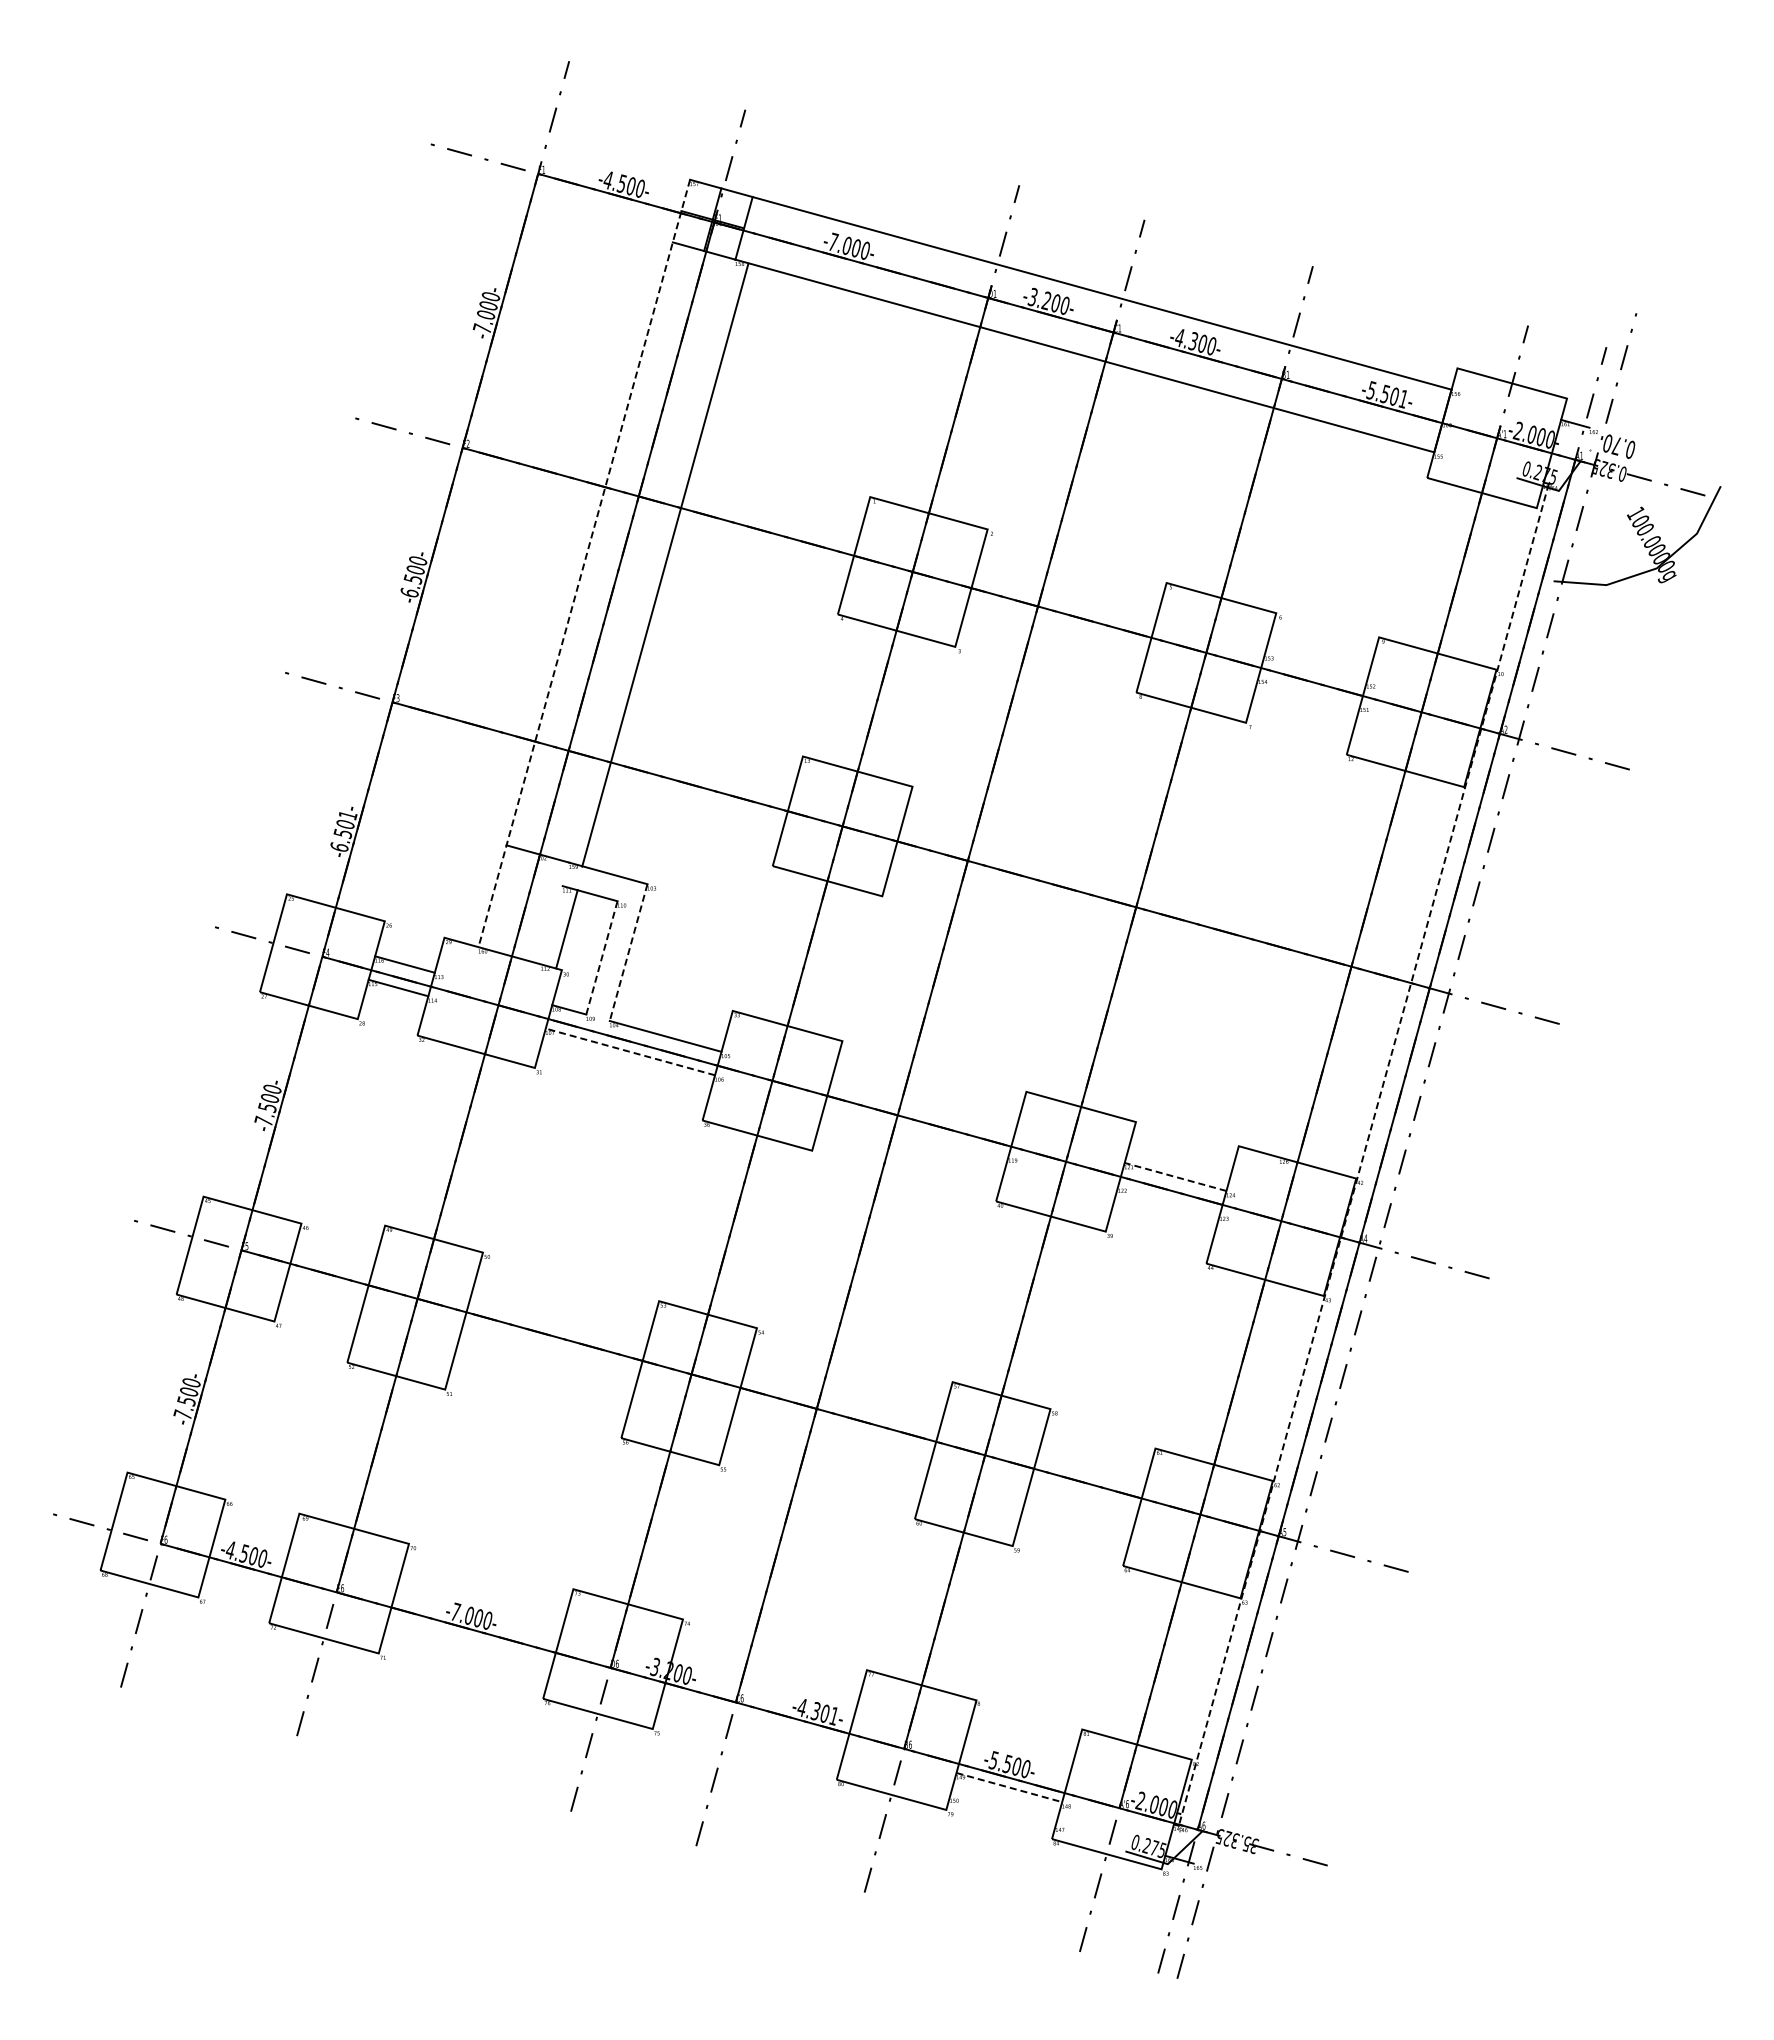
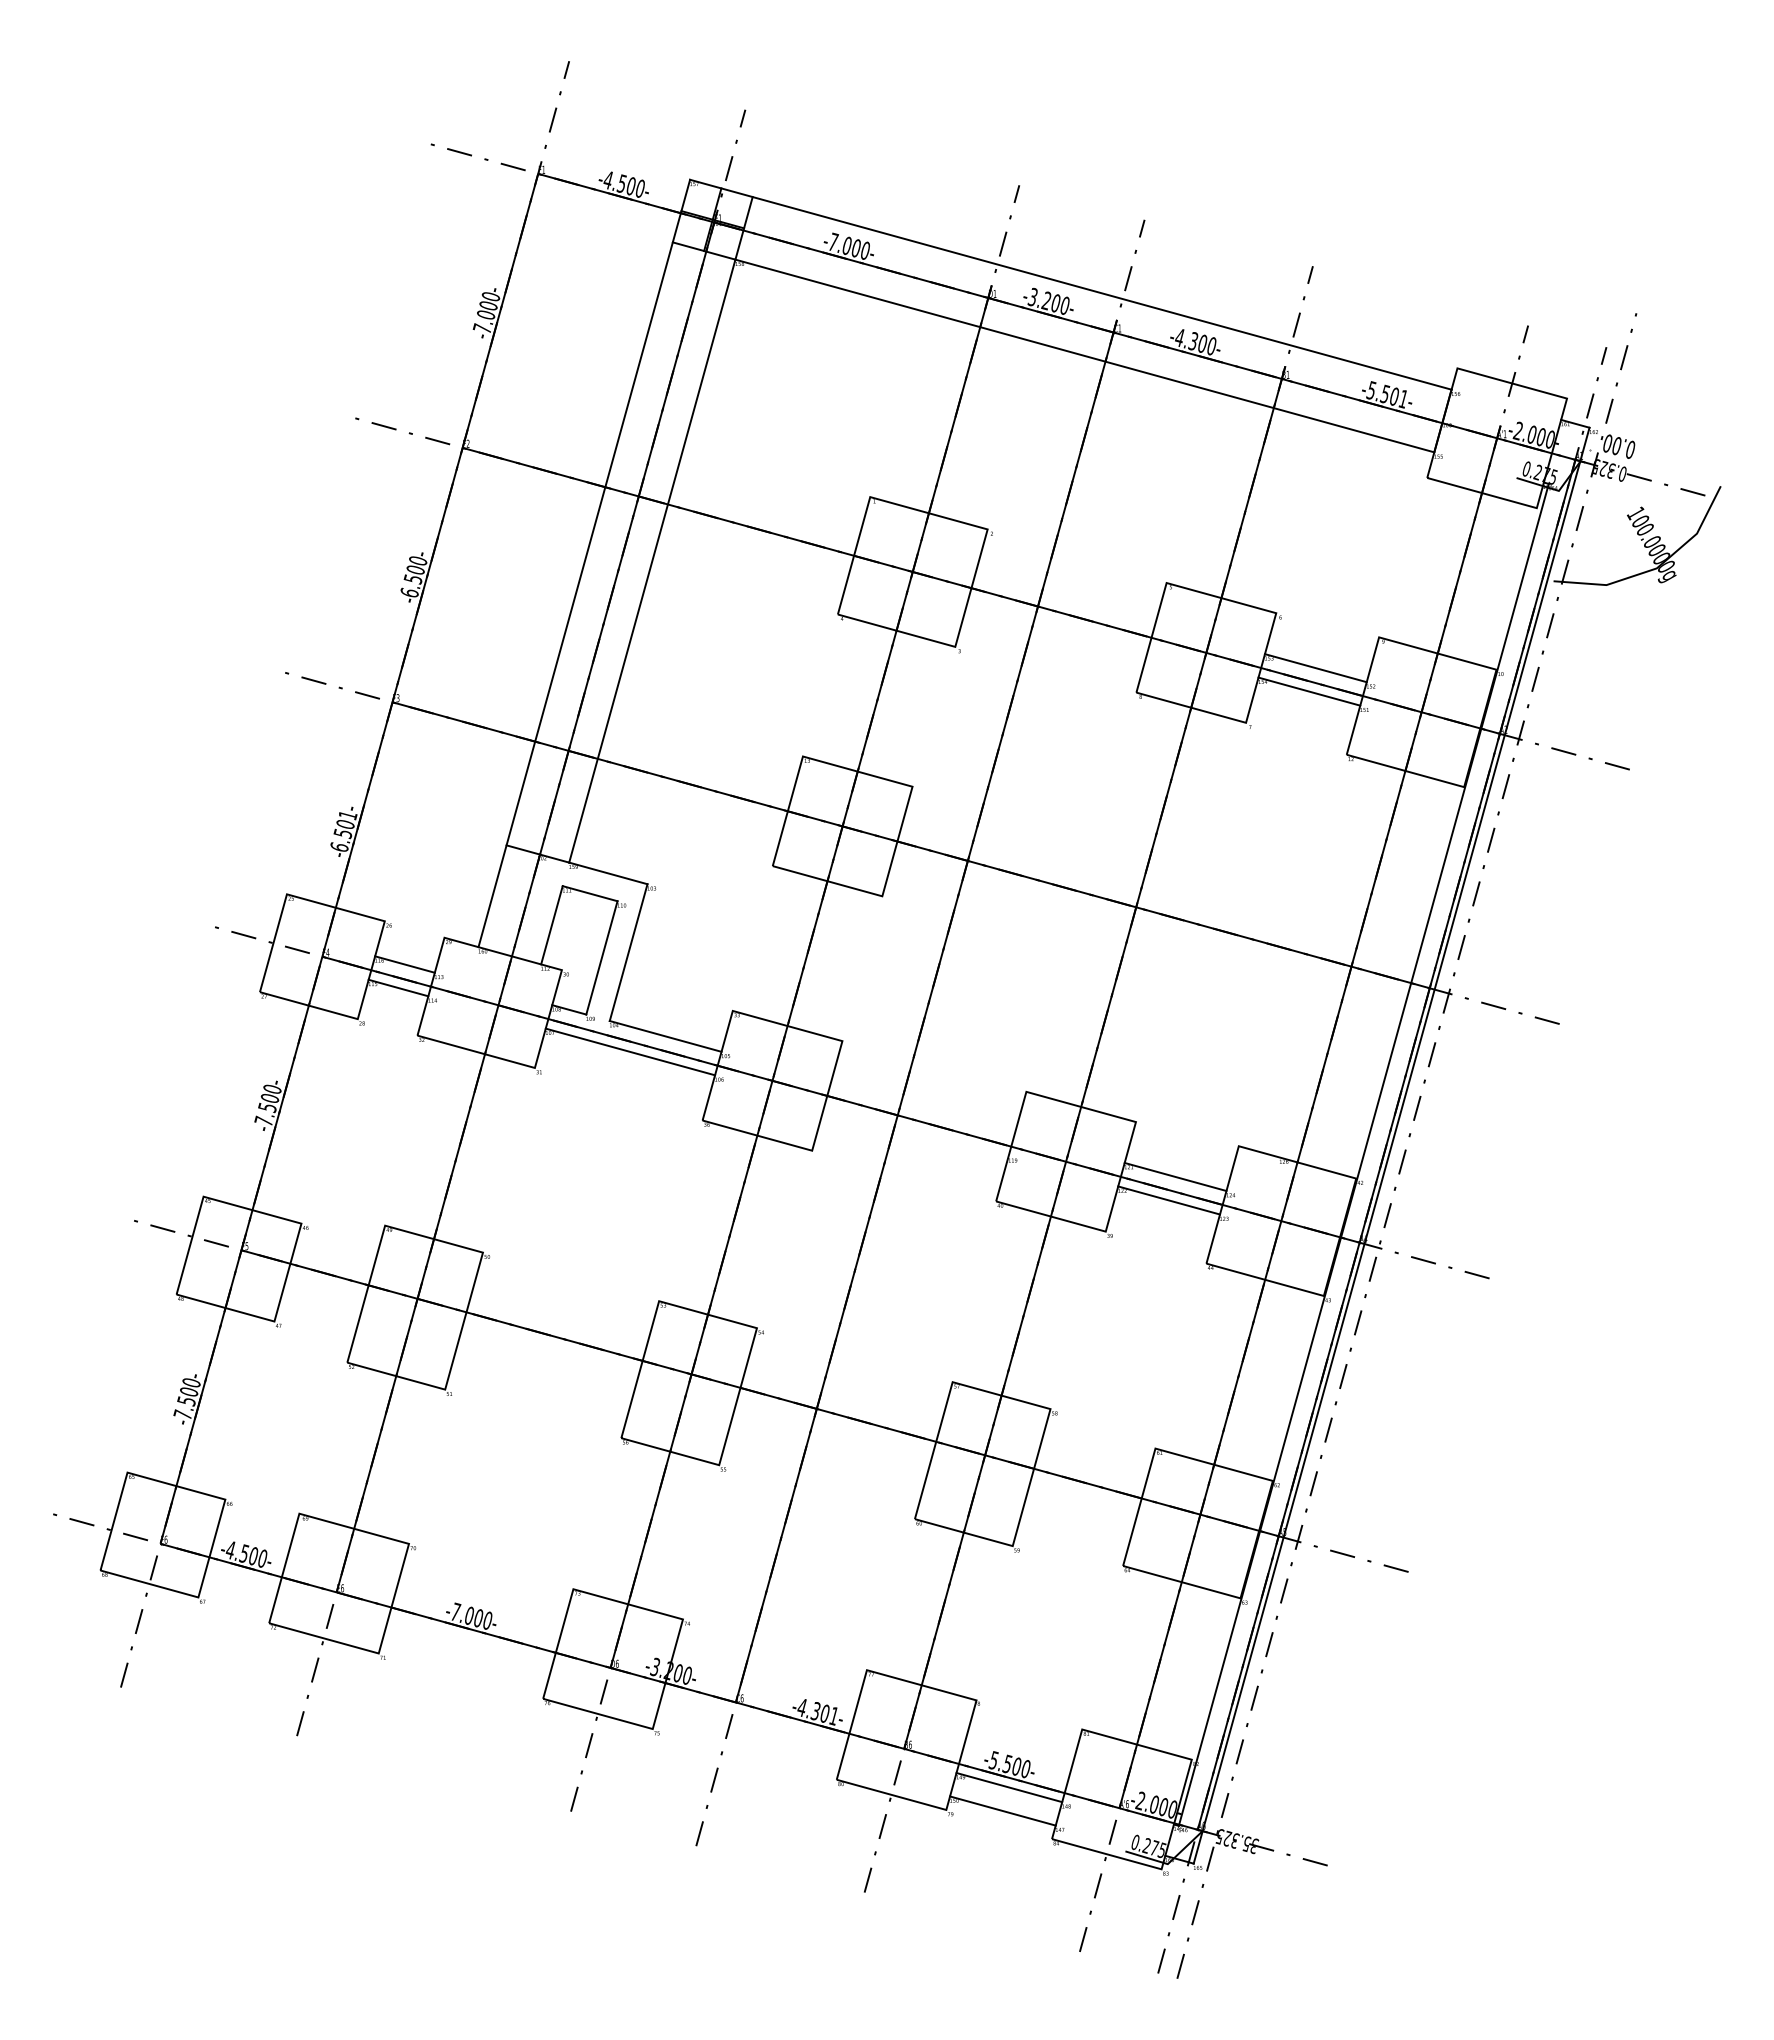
text at (1616, 446): 0.70 -> 0.00
line at (584, 563): dashed -> solid
line at (665, 564) position: (665, 564) -> (652, 560)
line at (1315, 668): none -> present
line at (1309, 691): none -> present
line at (566, 929) position: (566, 929) -> (551, 925)
line at (628, 952): dashed -> solid
line at (601, 957): dashed -> solid
line at (630, 1051): dashed -> solid
line at (1391, 1145): none -> present
line at (1363, 1155): dashed -> solid
line at (1175, 1176): dashed -> solid
line at (1168, 1200): none -> present
line at (1009, 1787): dashed -> solid
line at (1002, 1810): none -> present
